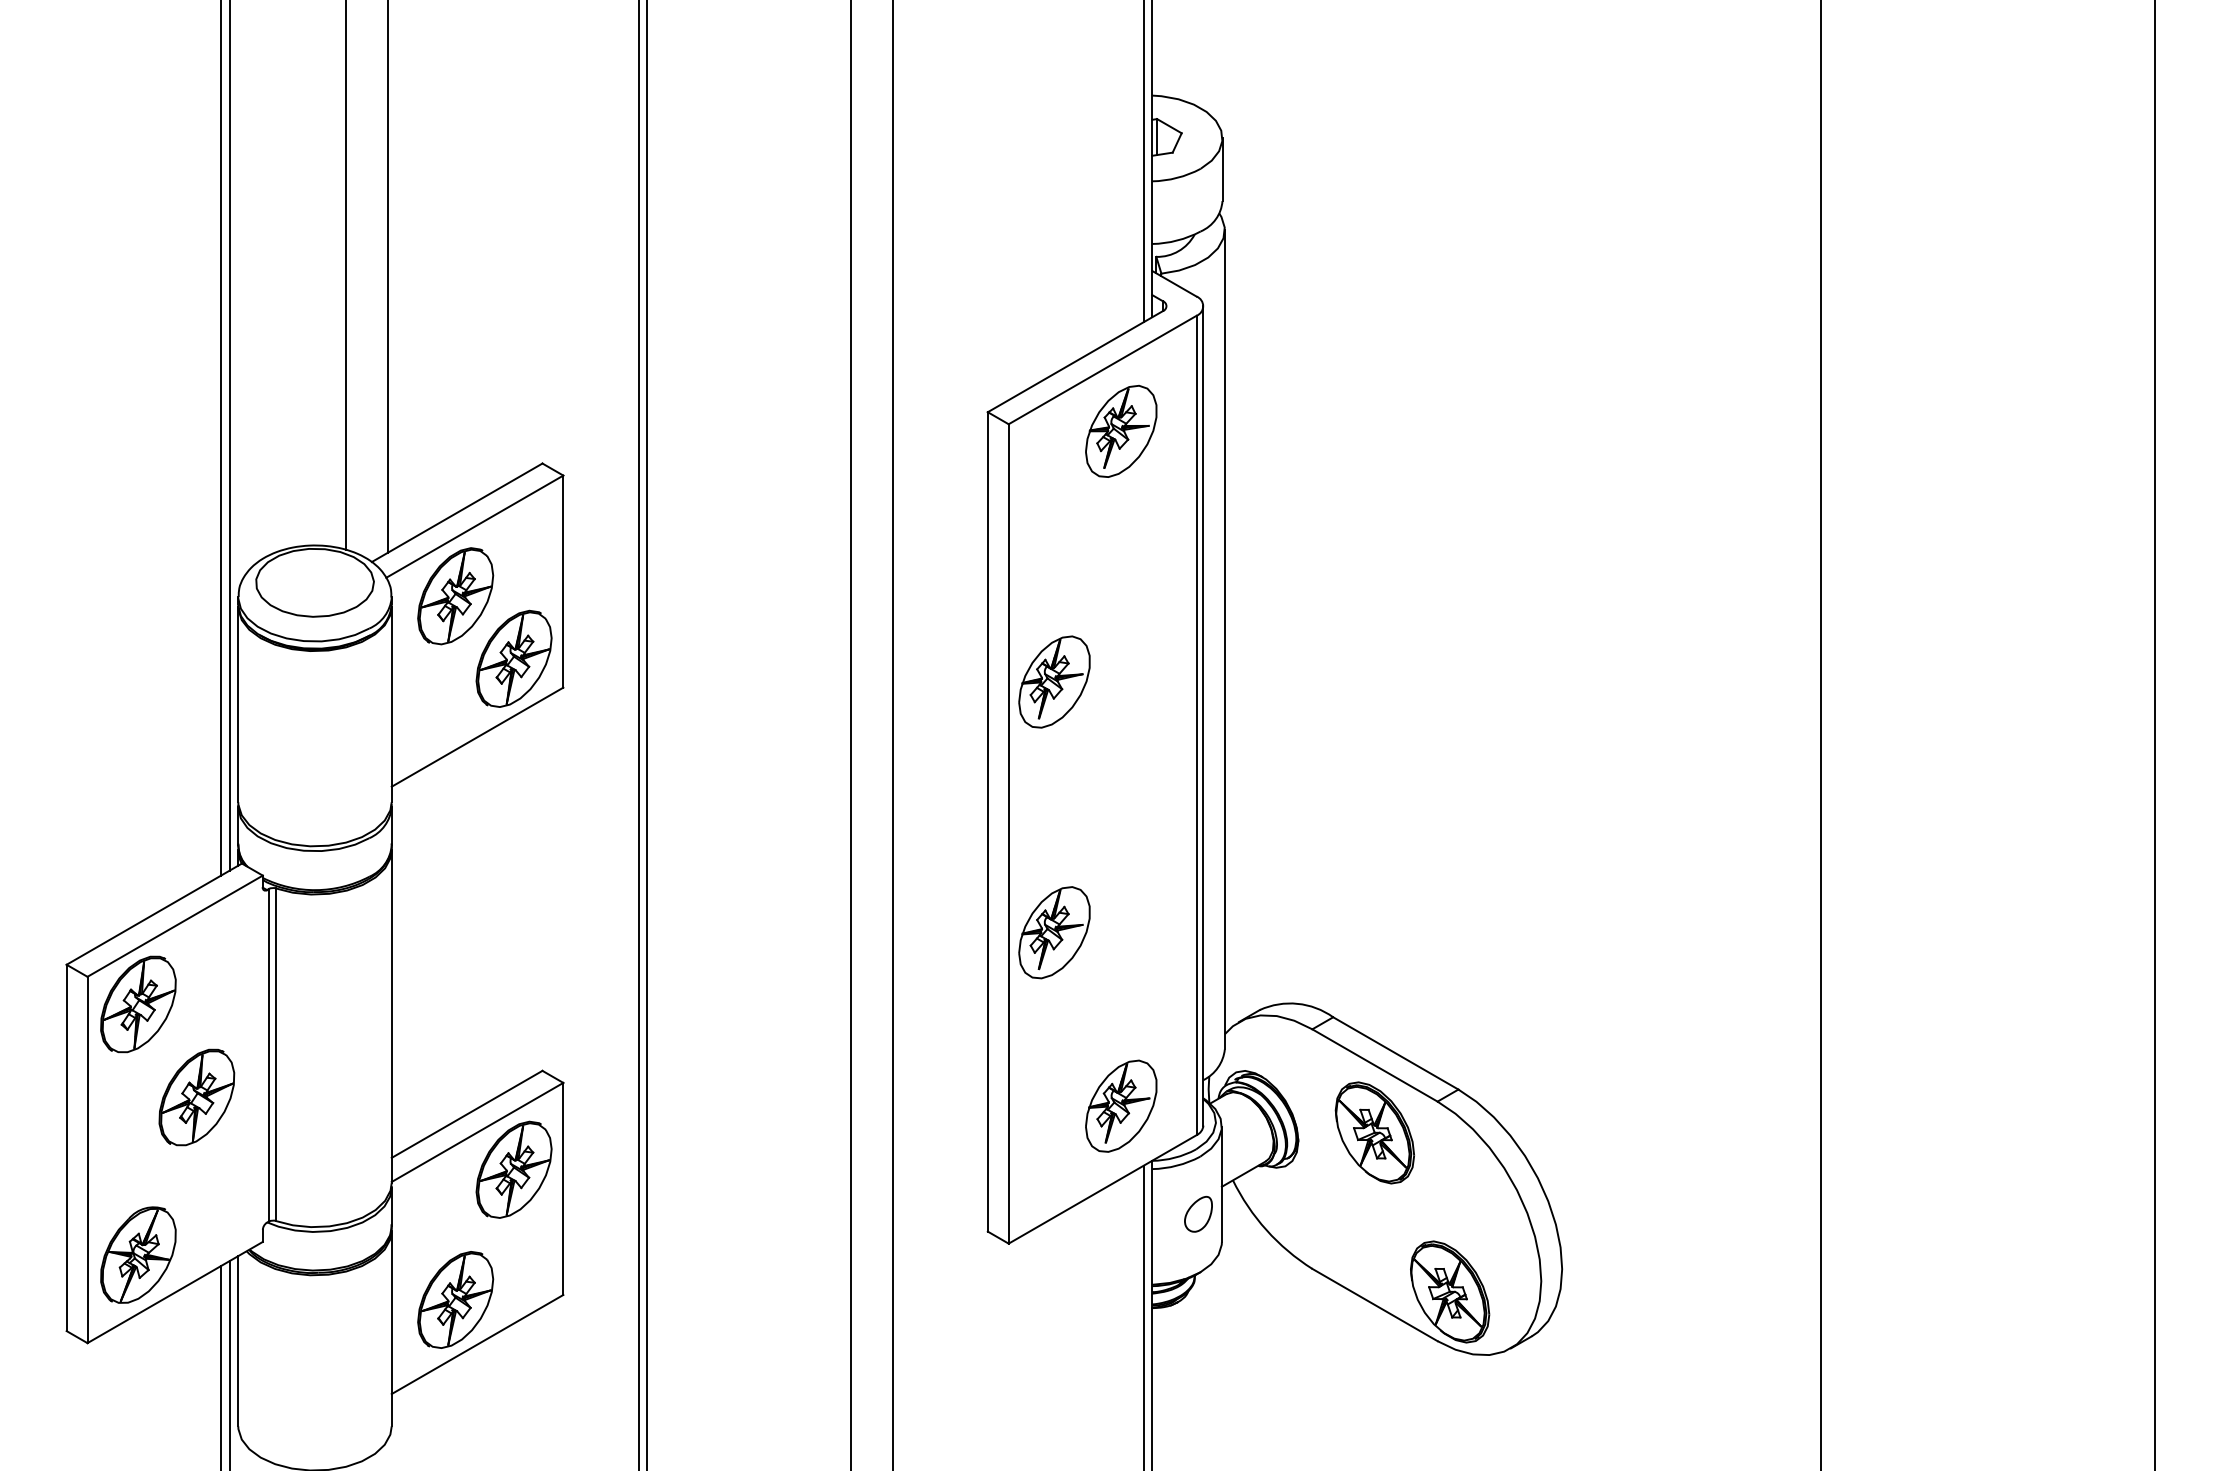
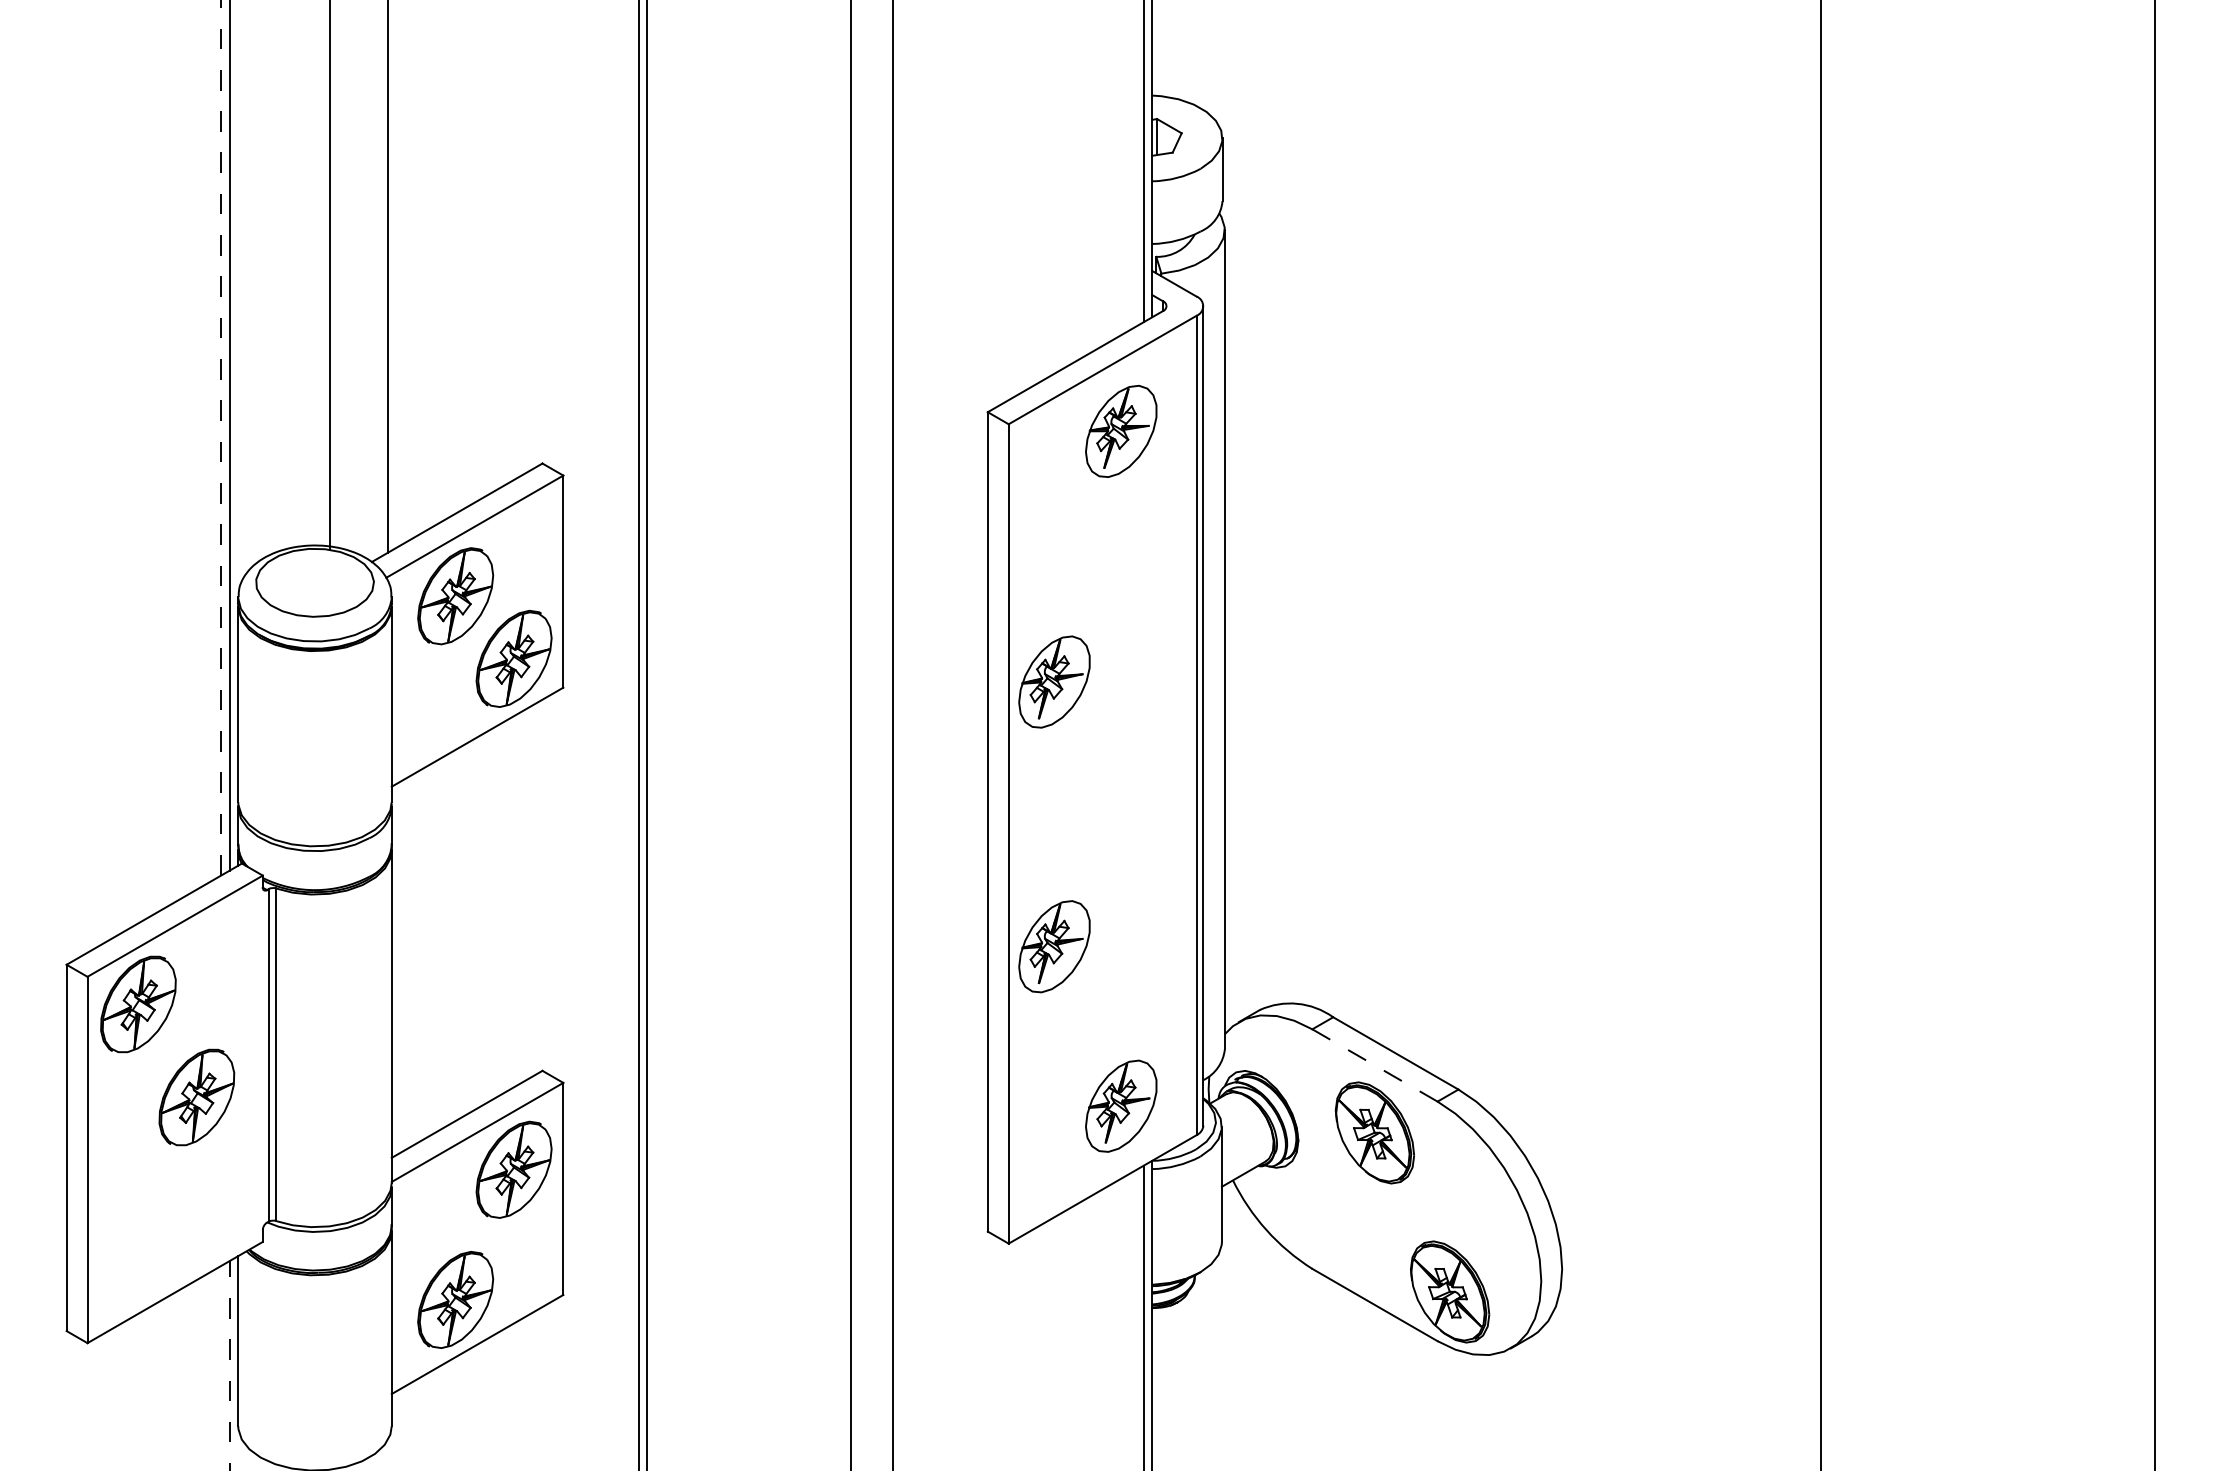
line at (346, 276) position: (346, 276) -> (330, 276)
line at (221, 438): solid -> dashed
part at (1054, 932) position: (1054, 932) -> (1054, 946)
line at (1375, 1065): solid -> dashed
part at (1198, 1213): present -> none
part at (138, 1254): present -> none
line at (229, 1365): solid -> dashed
line at (221, 1366): present -> none
